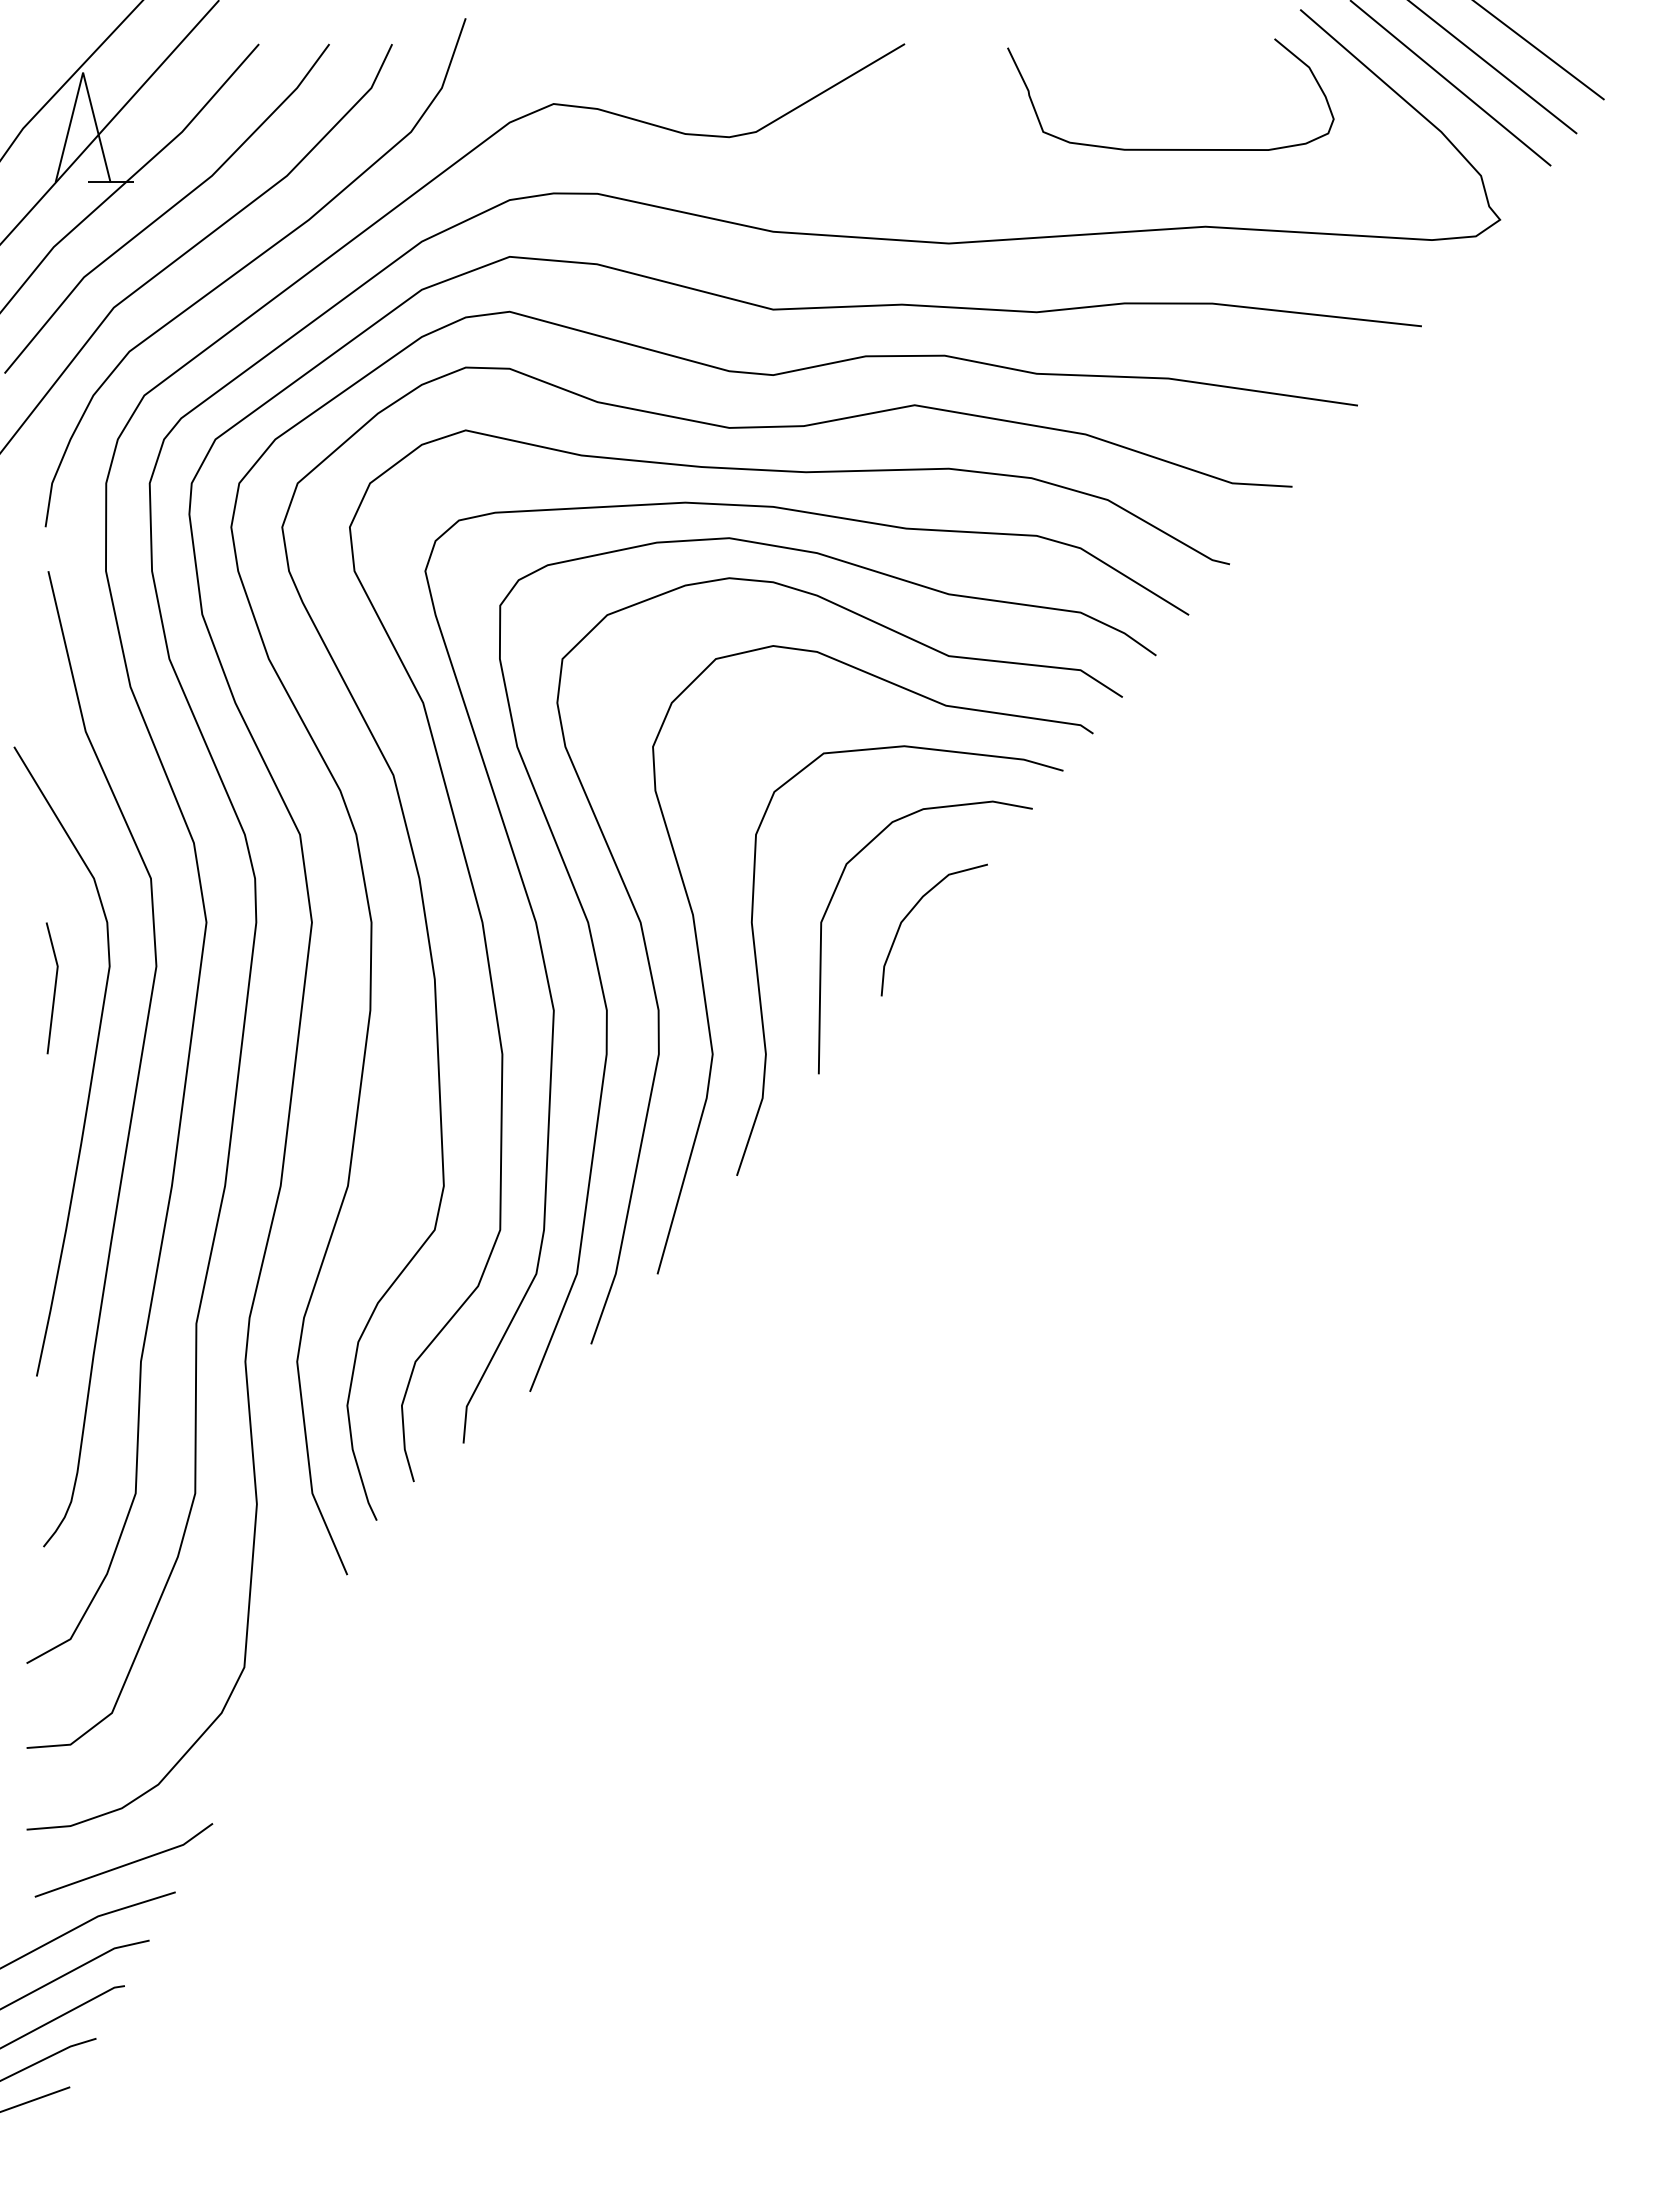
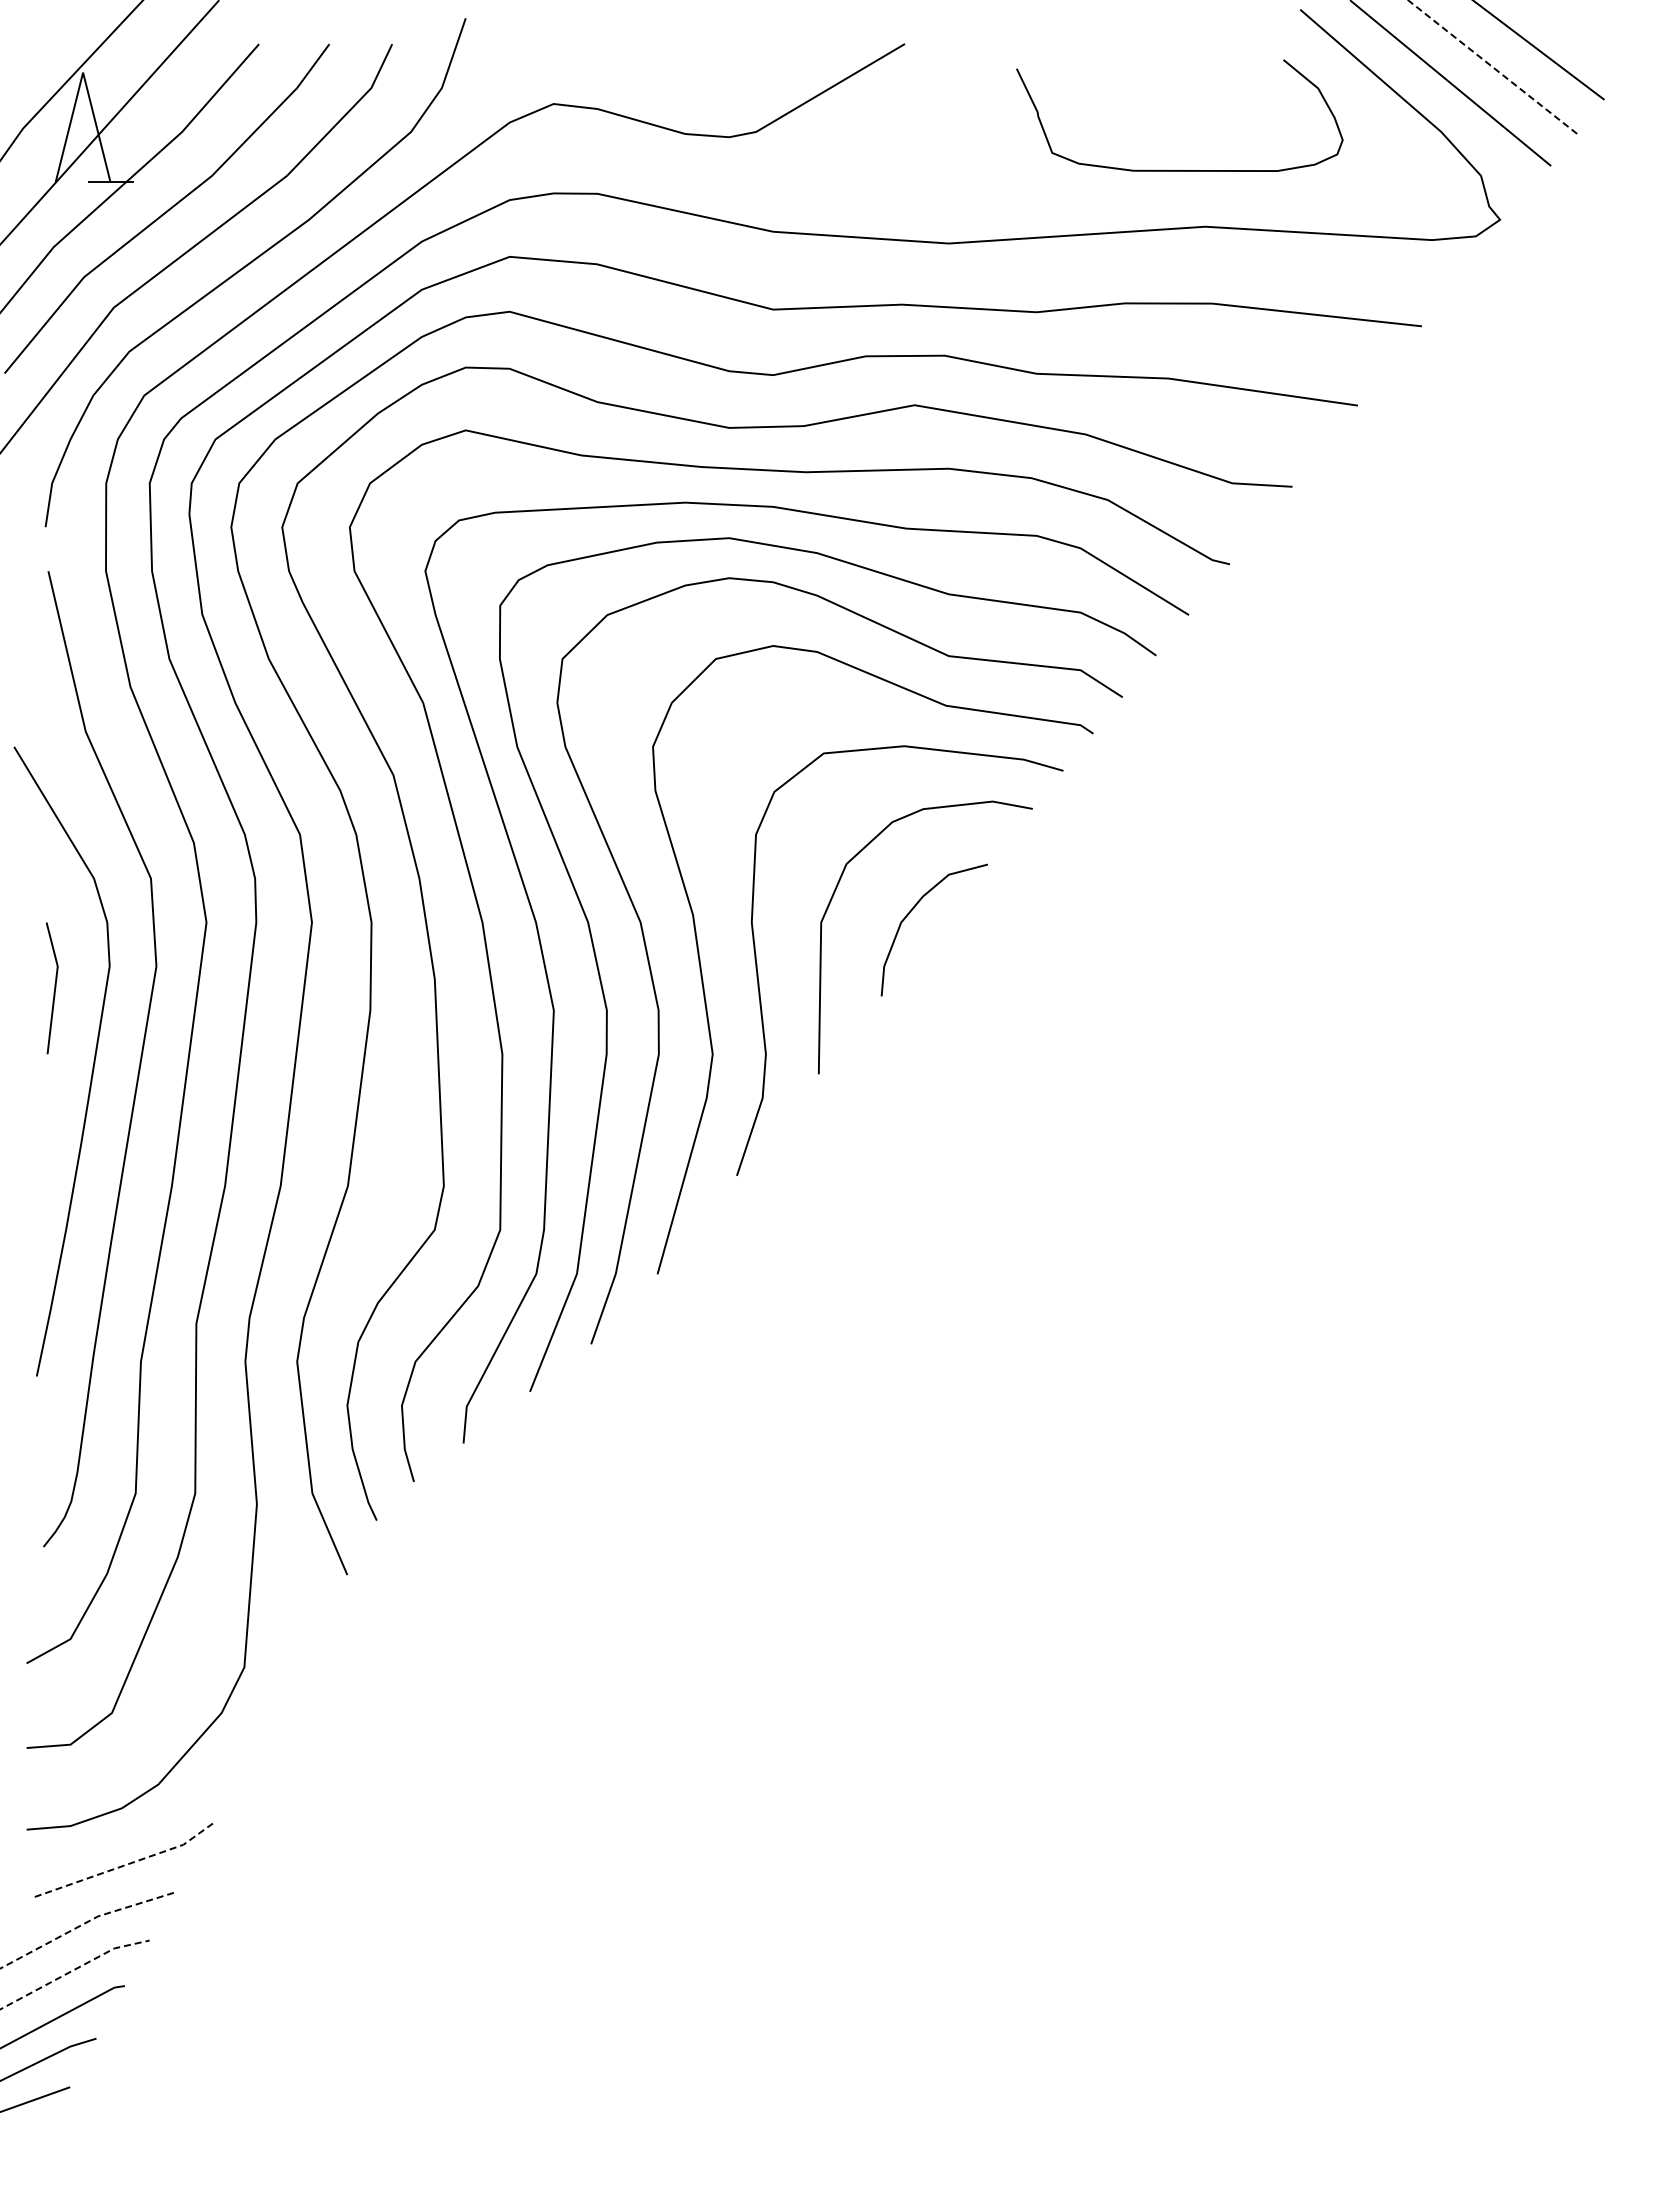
line at (1492, 66): solid -> dashed
curve at (1170, 149) position: (1170, 149) -> (1179, 170)
line at (127, 1864): solid -> dashed
line at (85, 1922): solid -> dashed
line at (74, 1970): solid -> dashed
